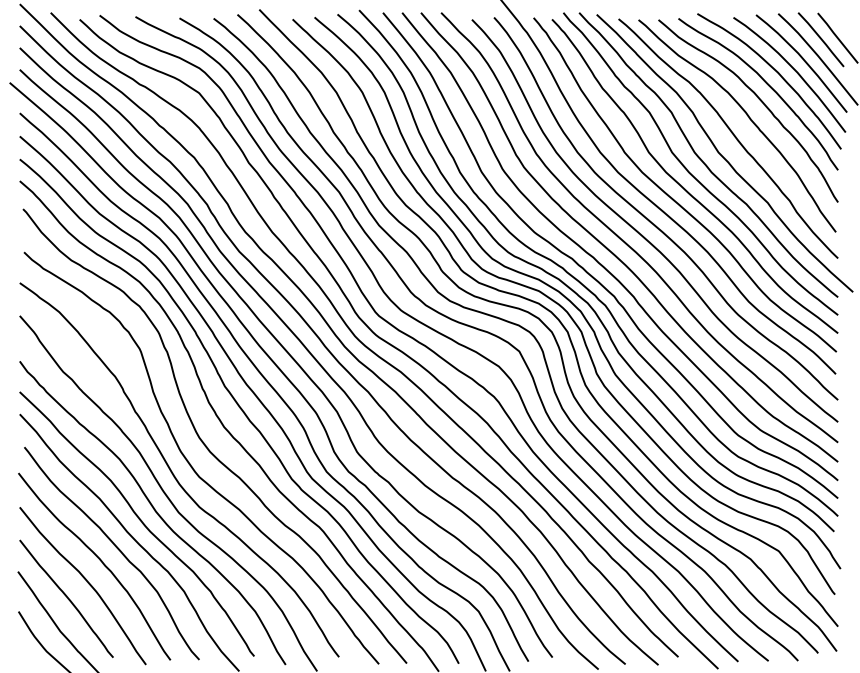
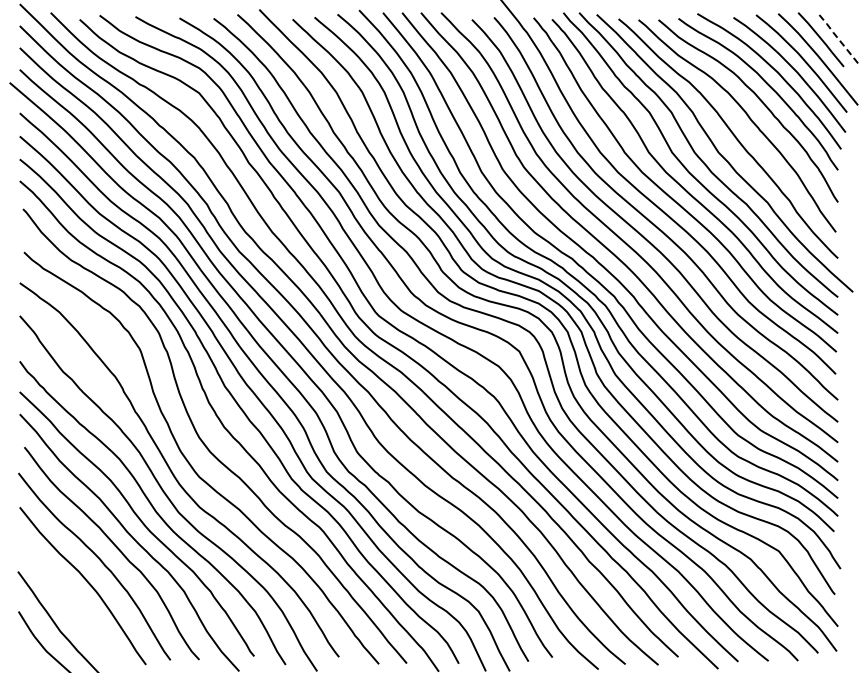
line at (837, 37): solid -> dashed
curve at (66, 597): present -> none
